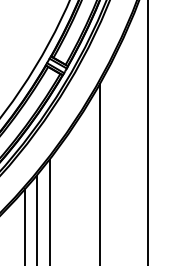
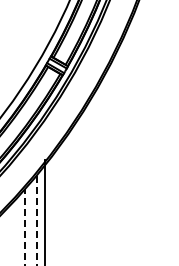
line at (147, 132): present -> none
line at (99, 173): present -> none
line at (49, 210) position: (49, 210) -> (44, 210)
line at (36, 220): solid -> dashed
line at (25, 226): solid -> dashed
